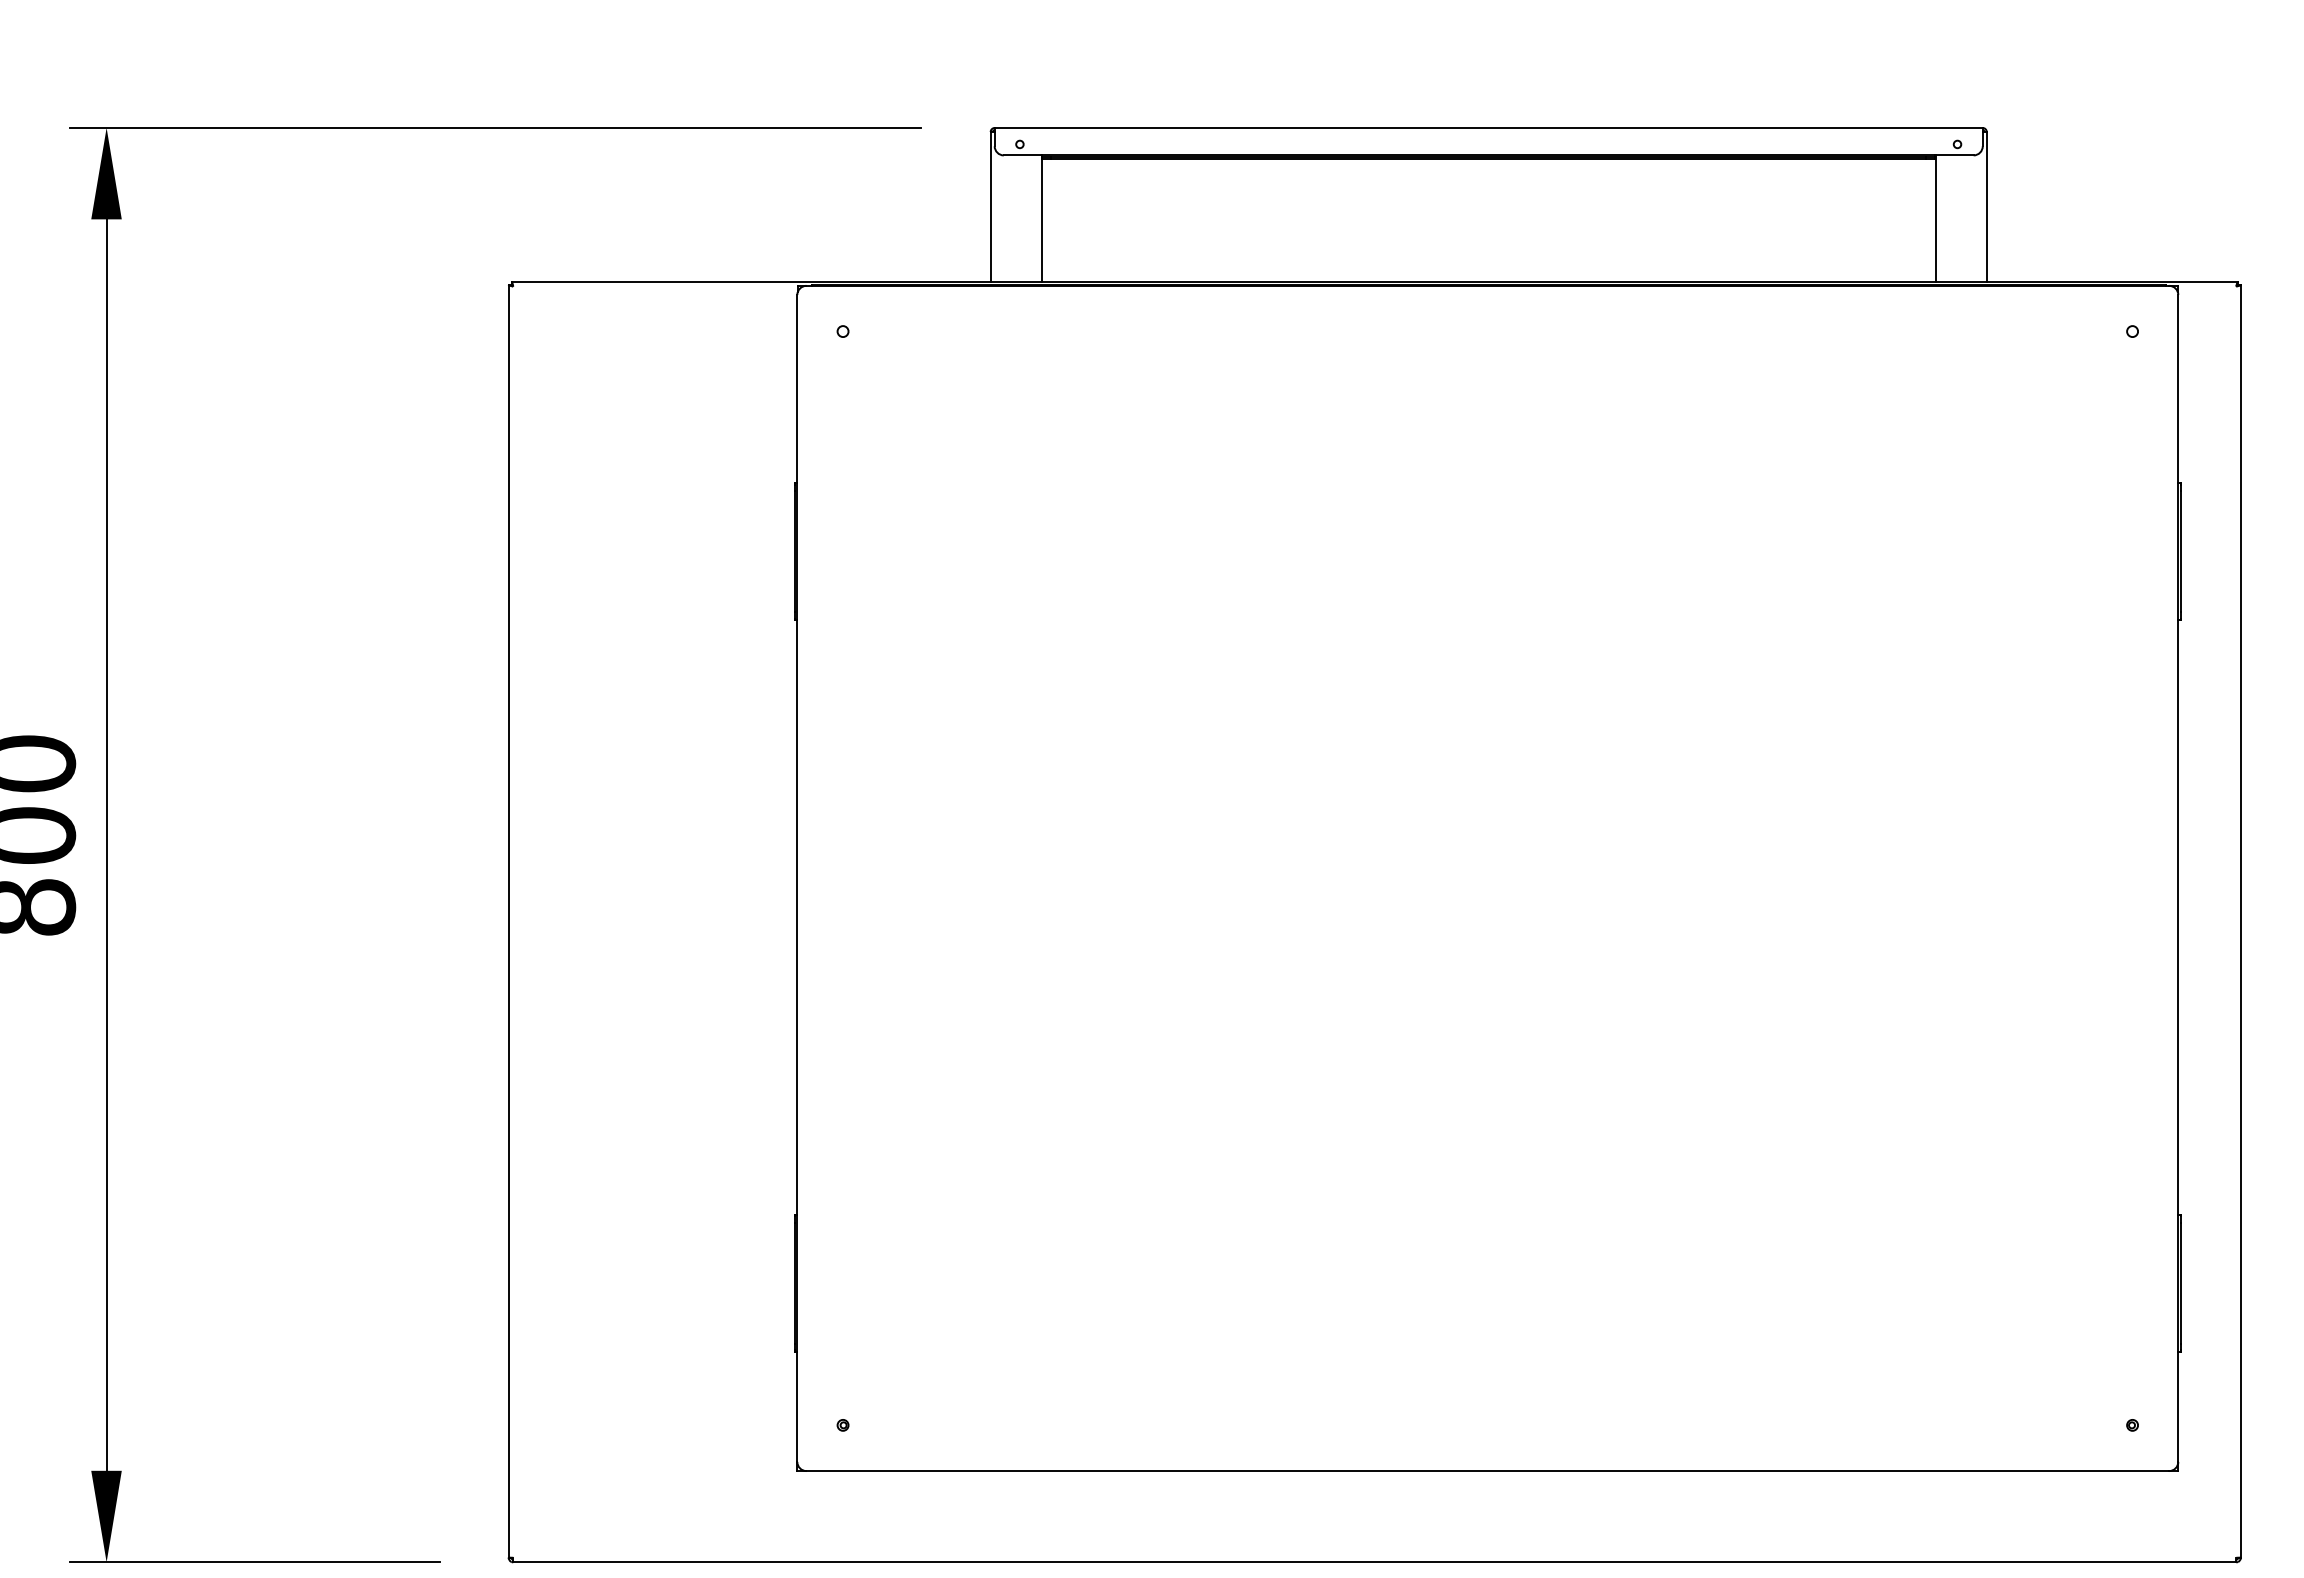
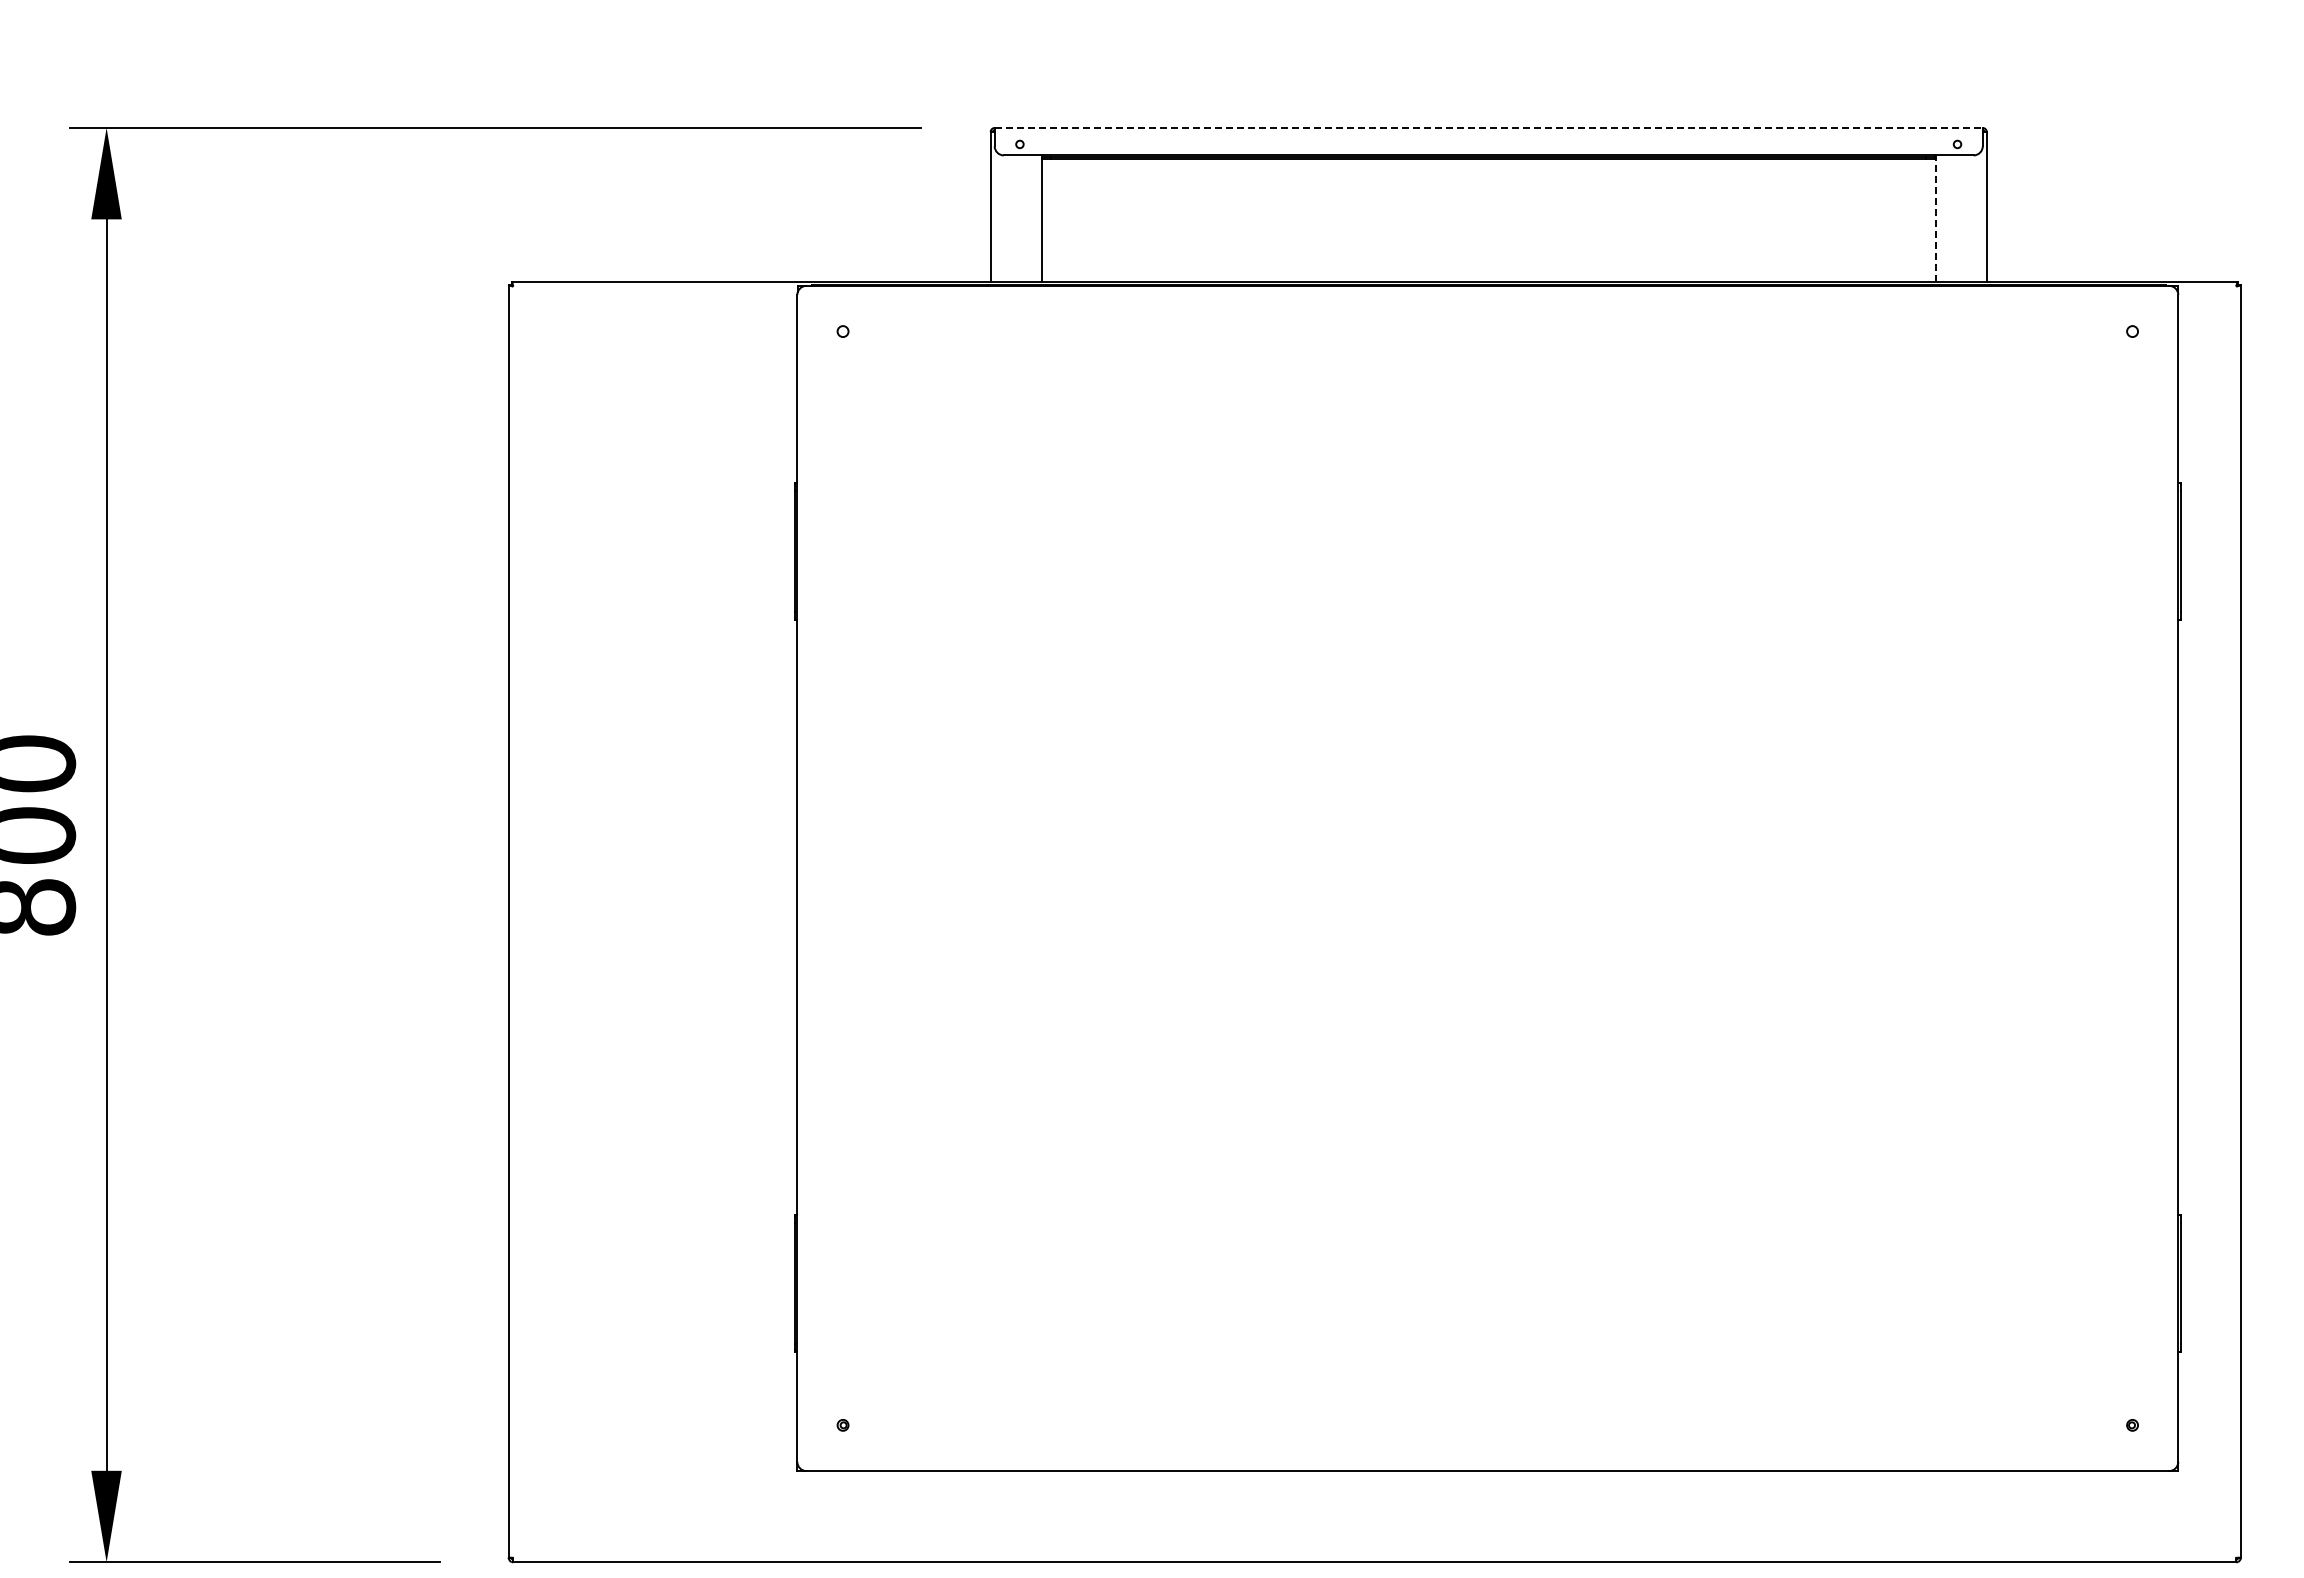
line at (1489, 127): solid -> dashed
line at (1935, 218): solid -> dashed
